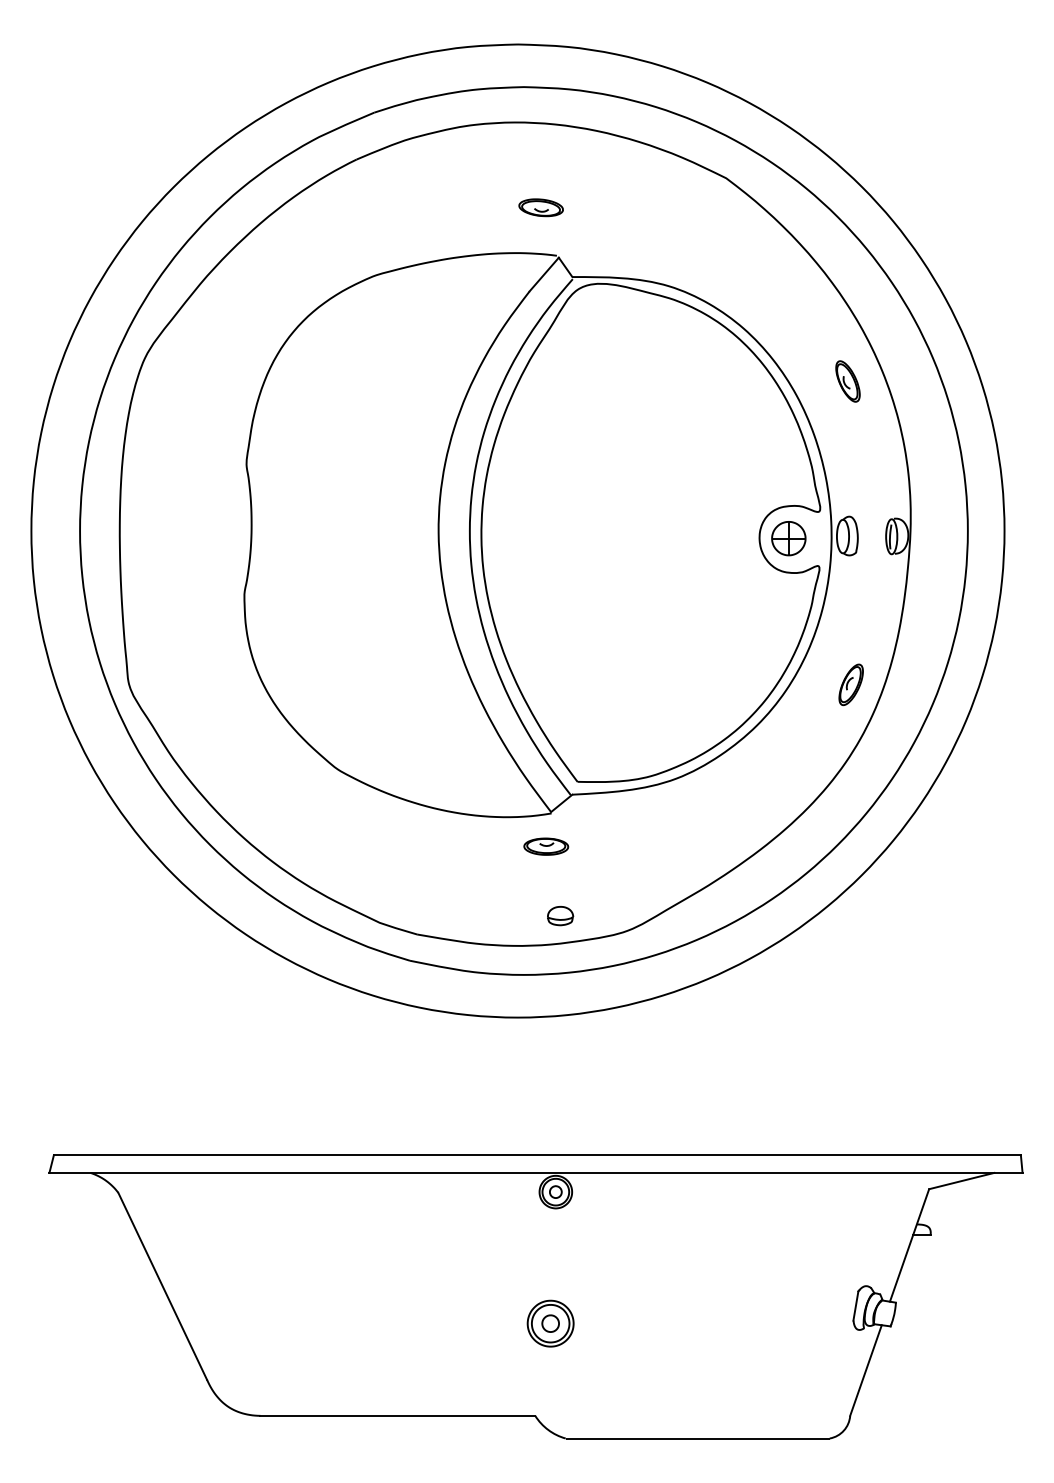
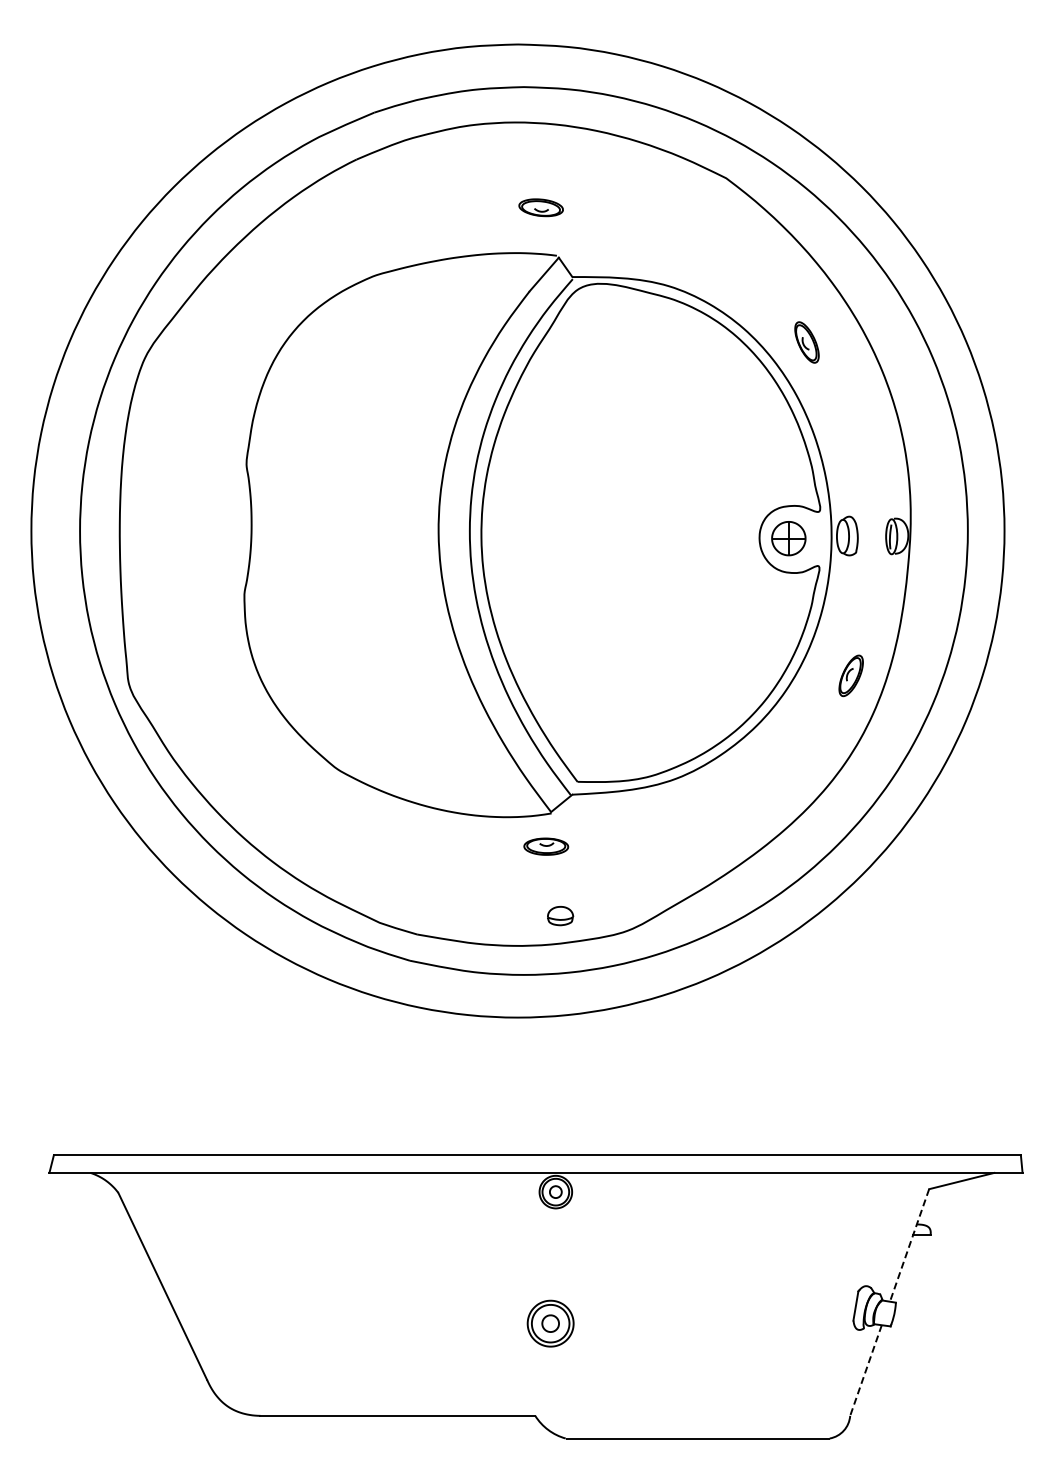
part at (847, 381) position: (847, 381) -> (806, 342)
part at (850, 684) position: (850, 684) -> (850, 675)
line at (909, 1245): solid -> dashed
line at (866, 1370): solid -> dashed
